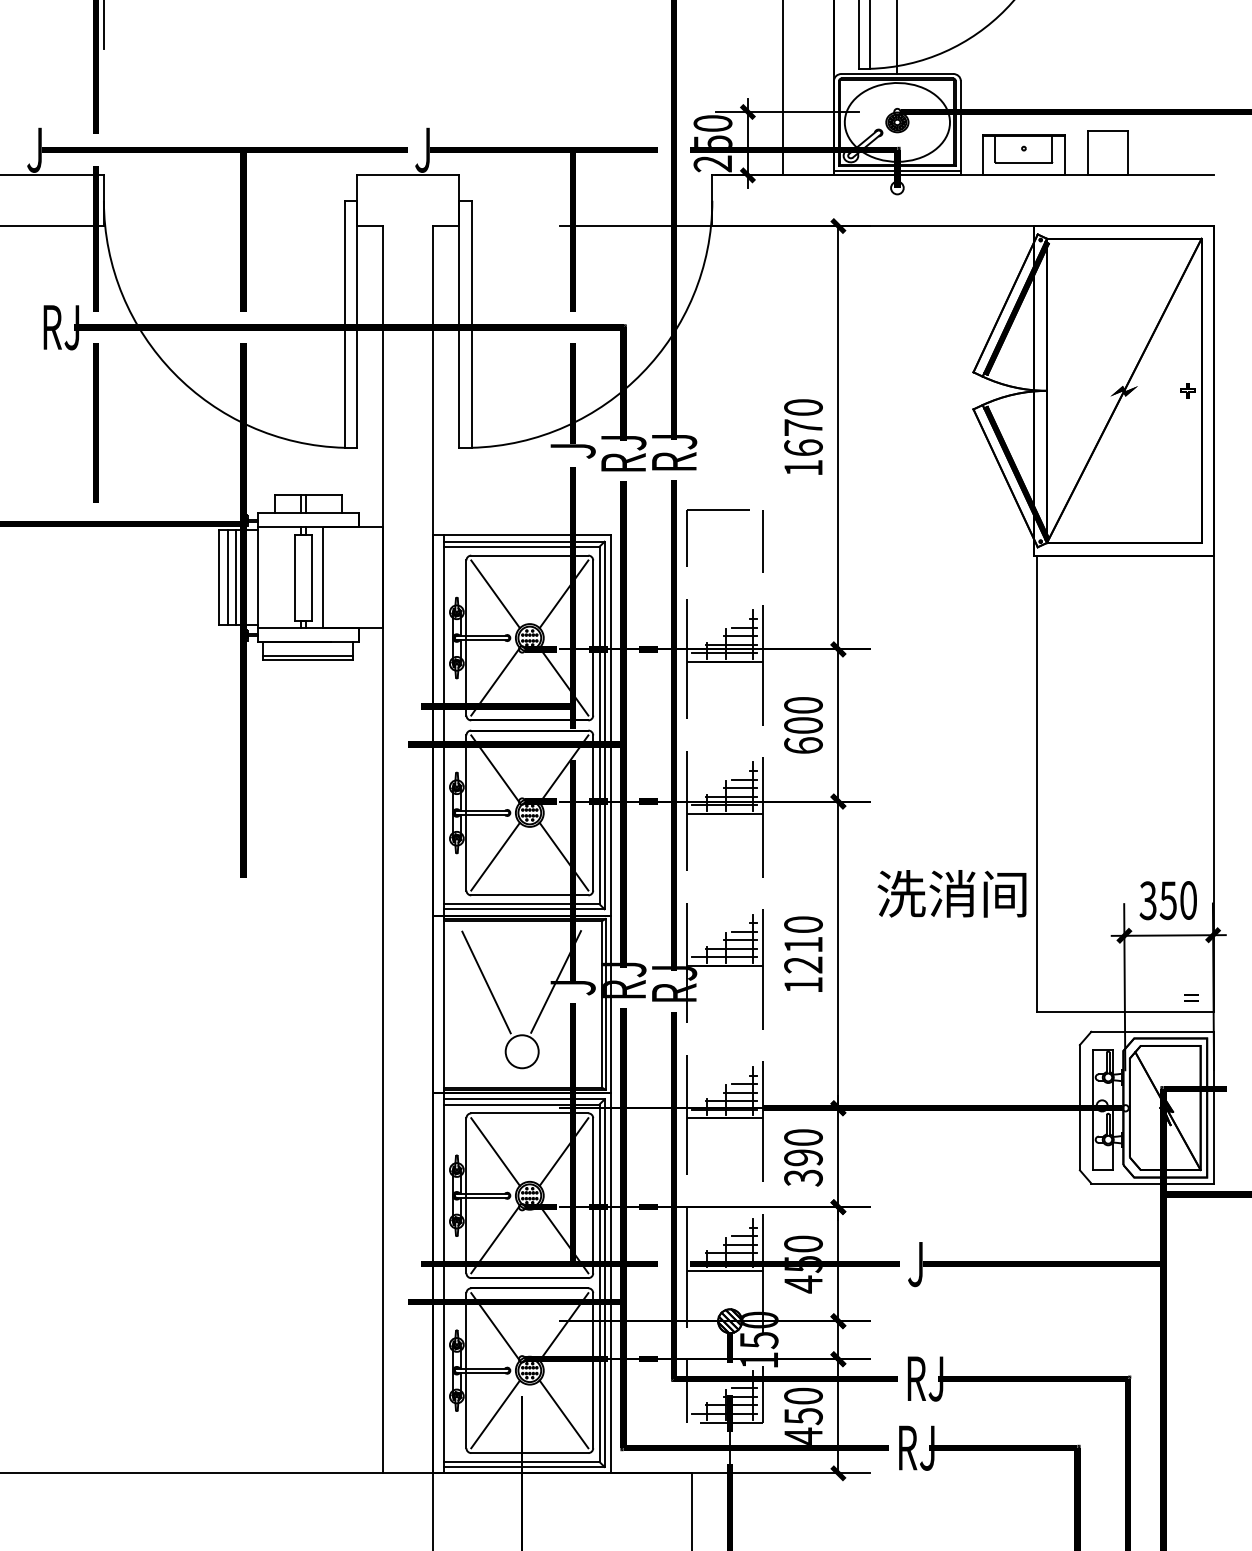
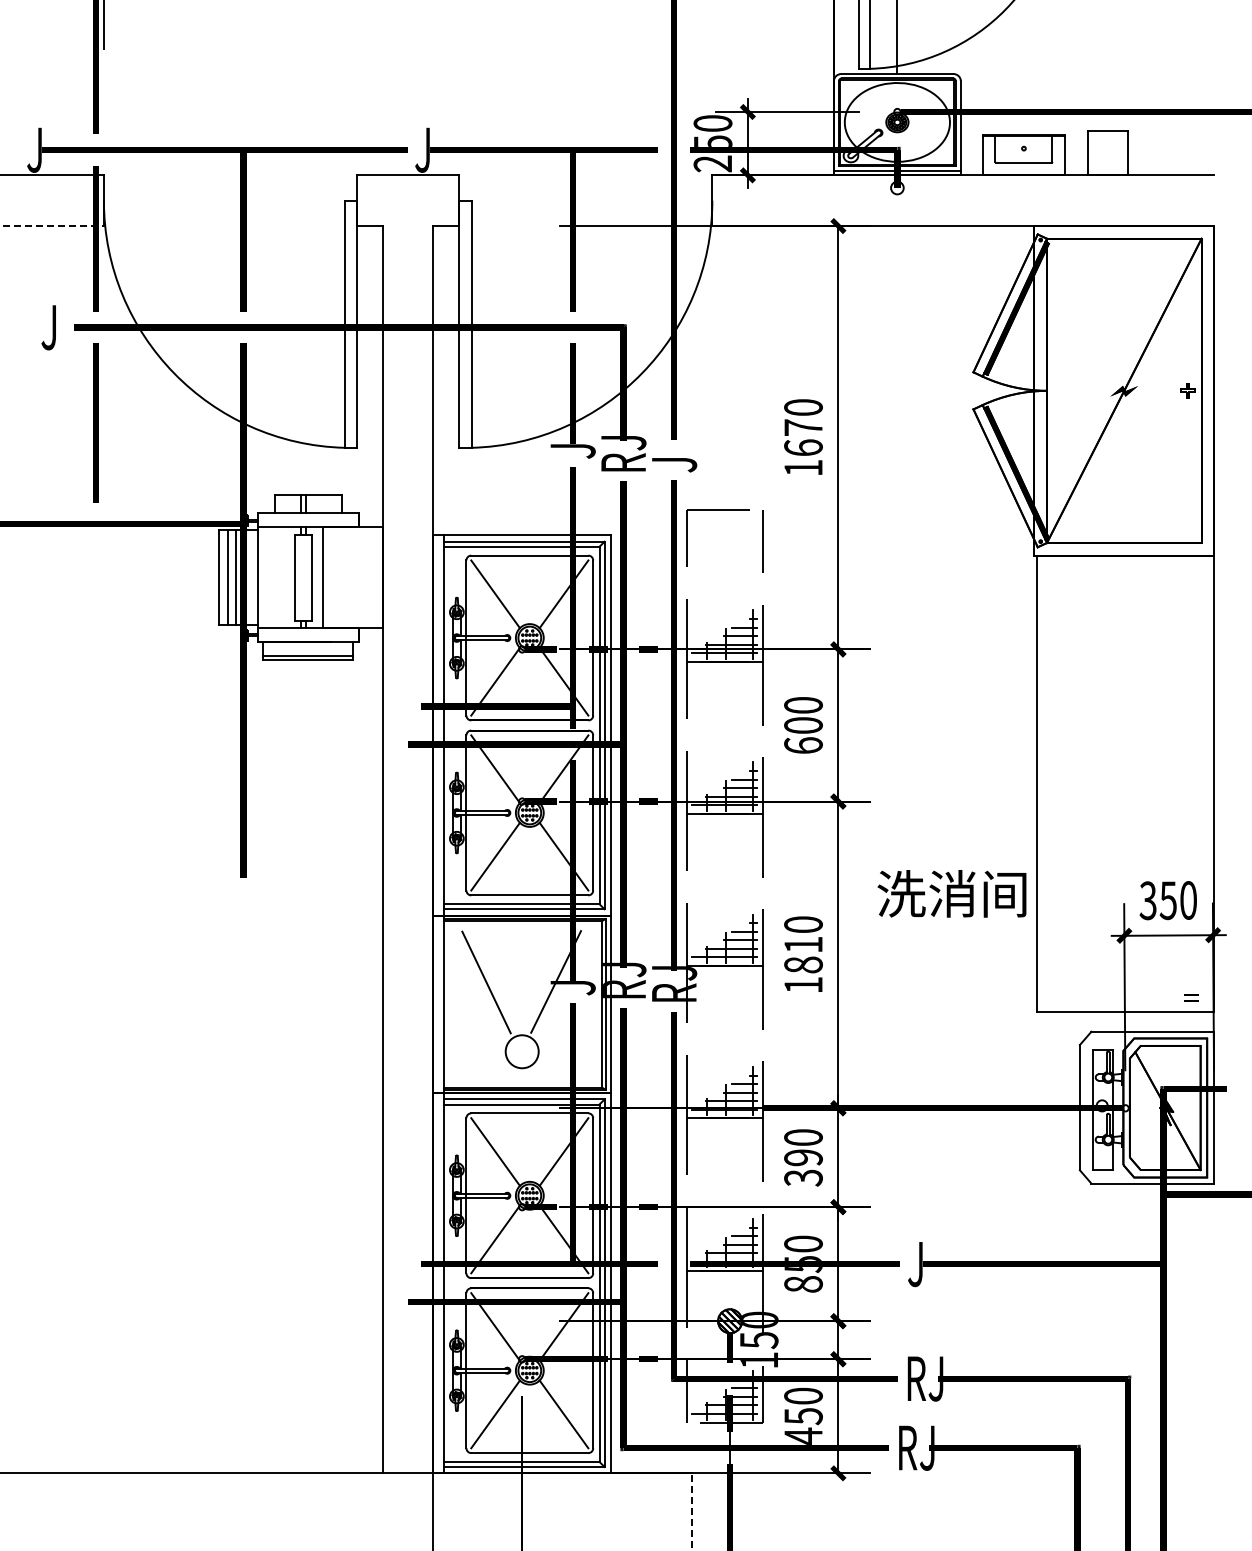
line at (783, 88): present -> none
line at (53, 226): solid -> dashed
text at (60, 327): RJ -> J
text at (674, 453): RJ -> J
text at (803, 964): 1210 -> 1810
text at (803, 1284): 450 -> 850
line at (692, 1512): solid -> dashed
